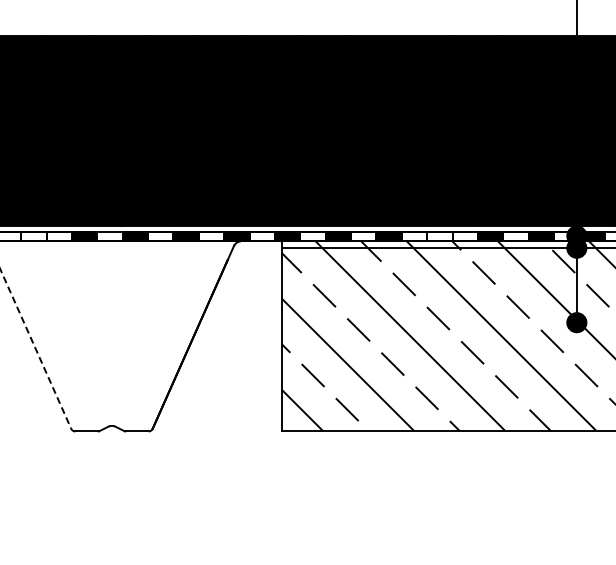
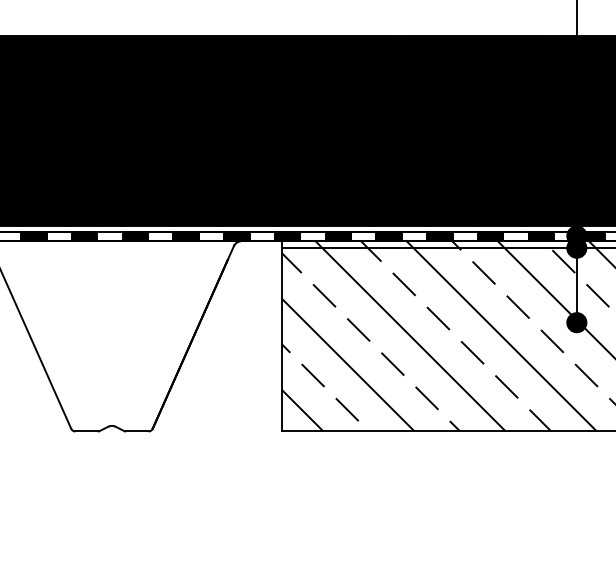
fill at (33, 235): none -> present
fill at (439, 235): none -> present
line at (35, 349): dashed -> solid
